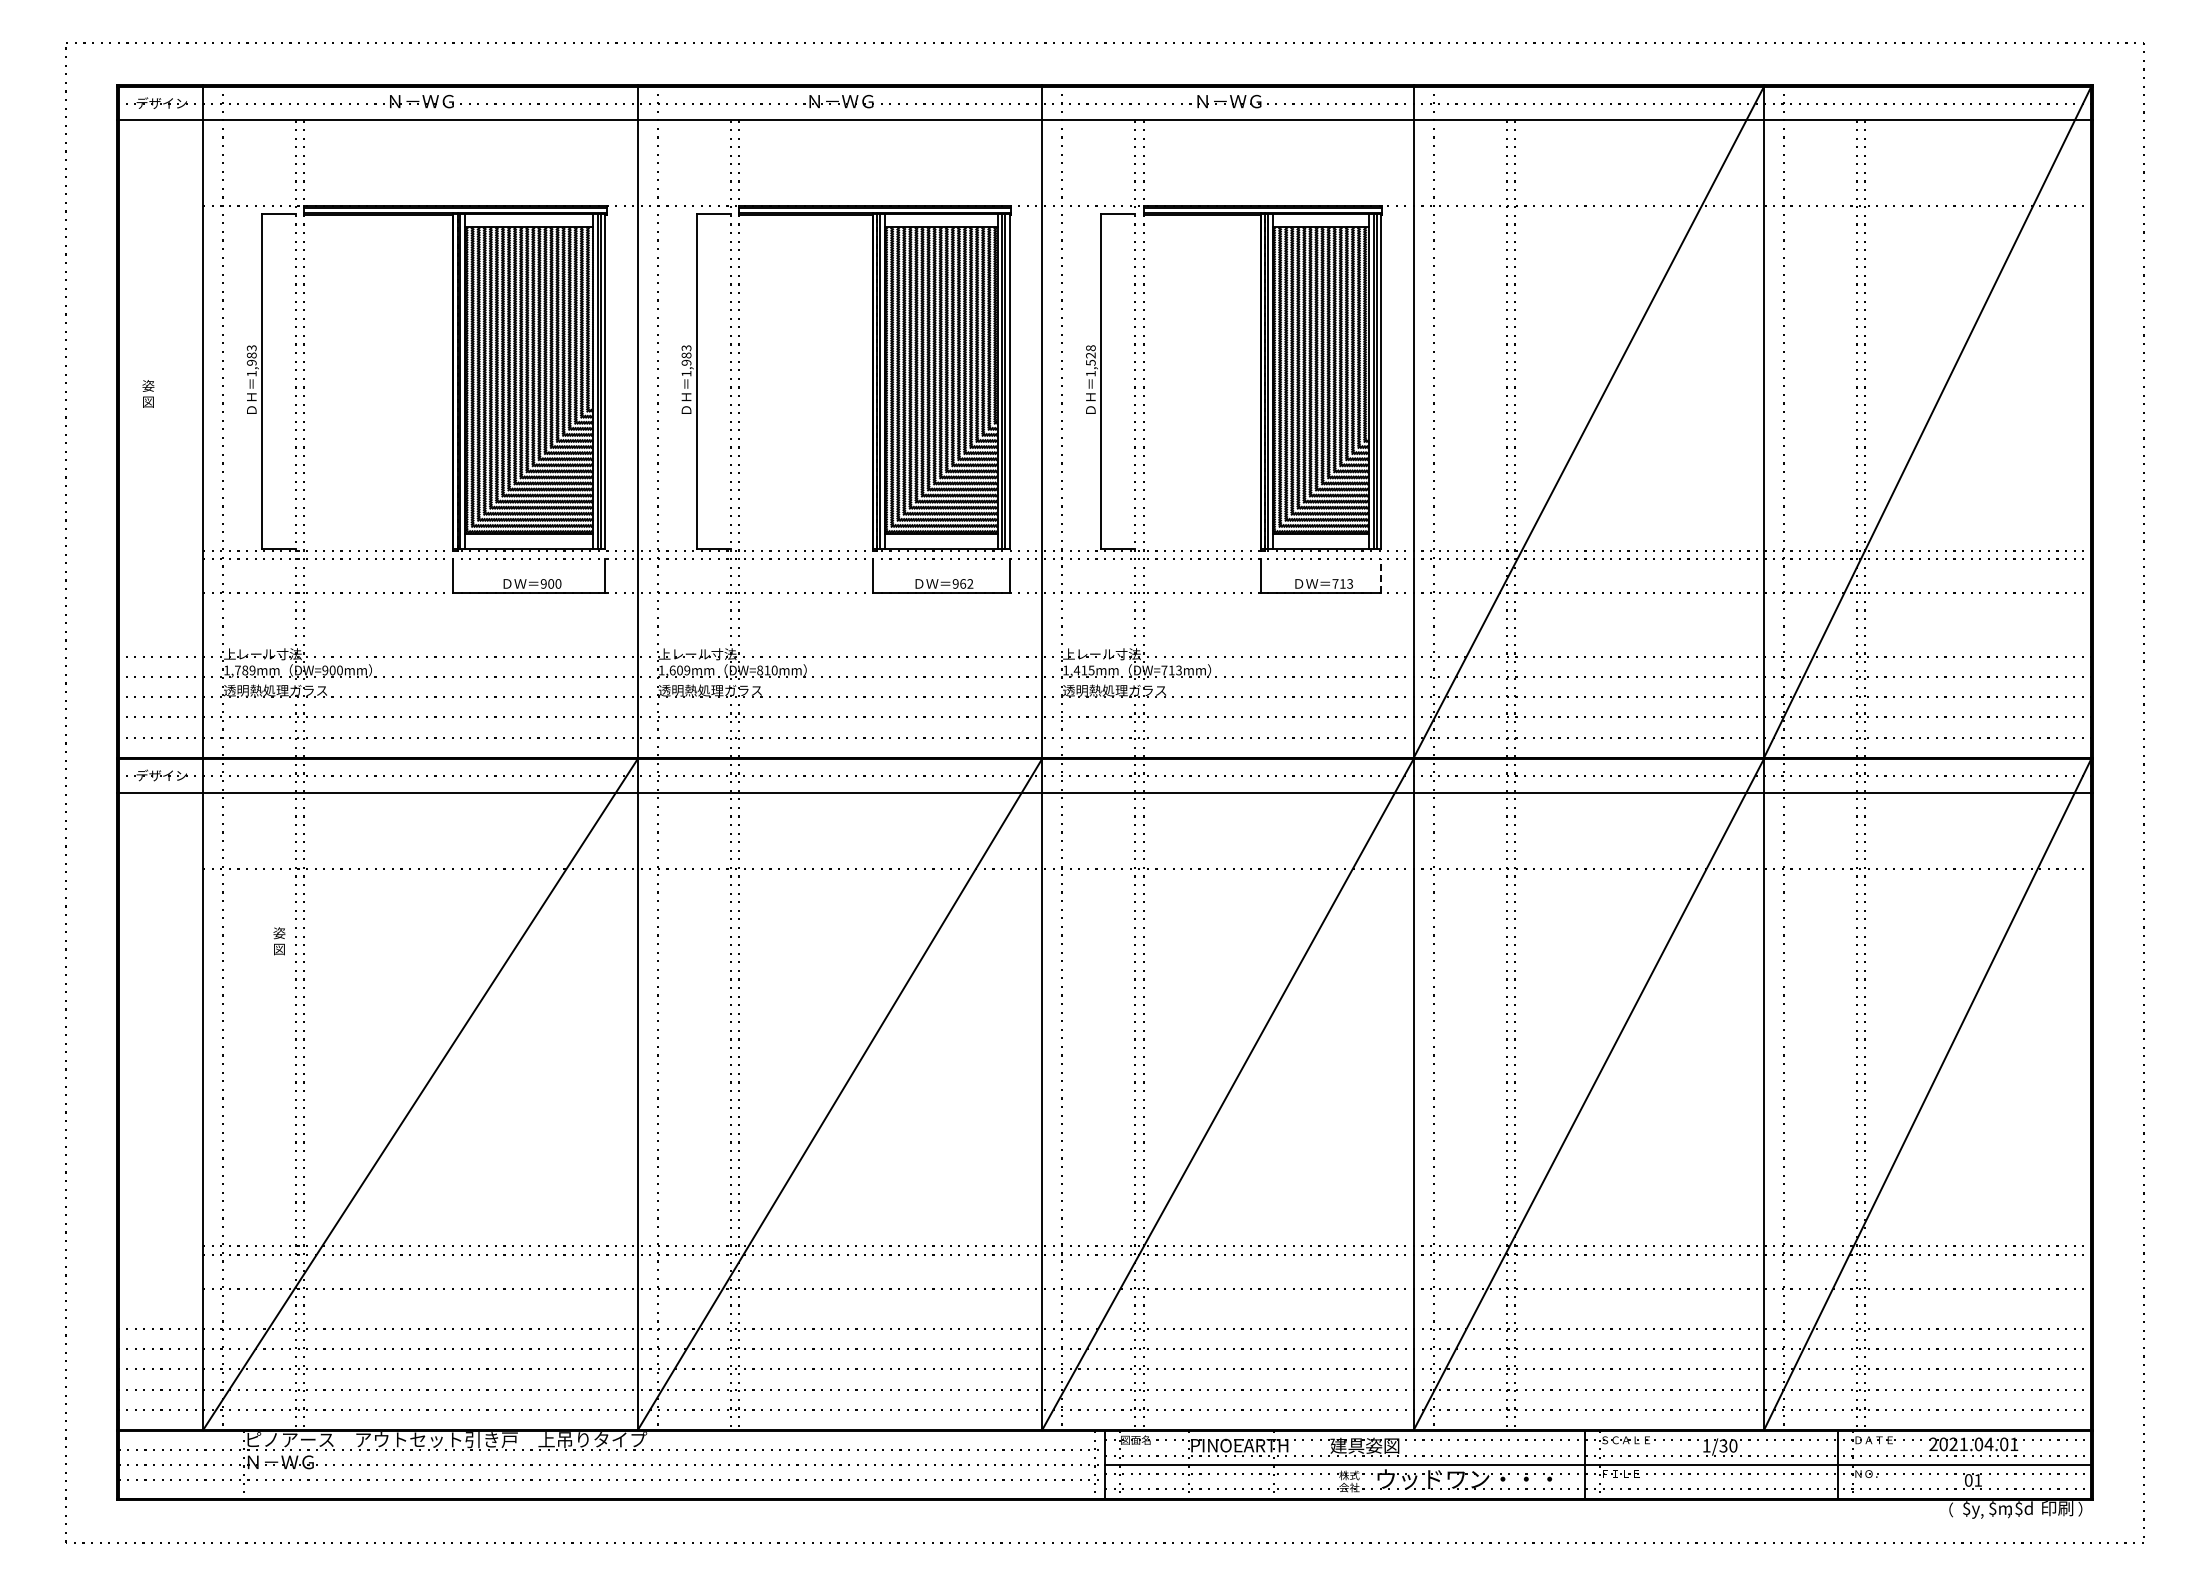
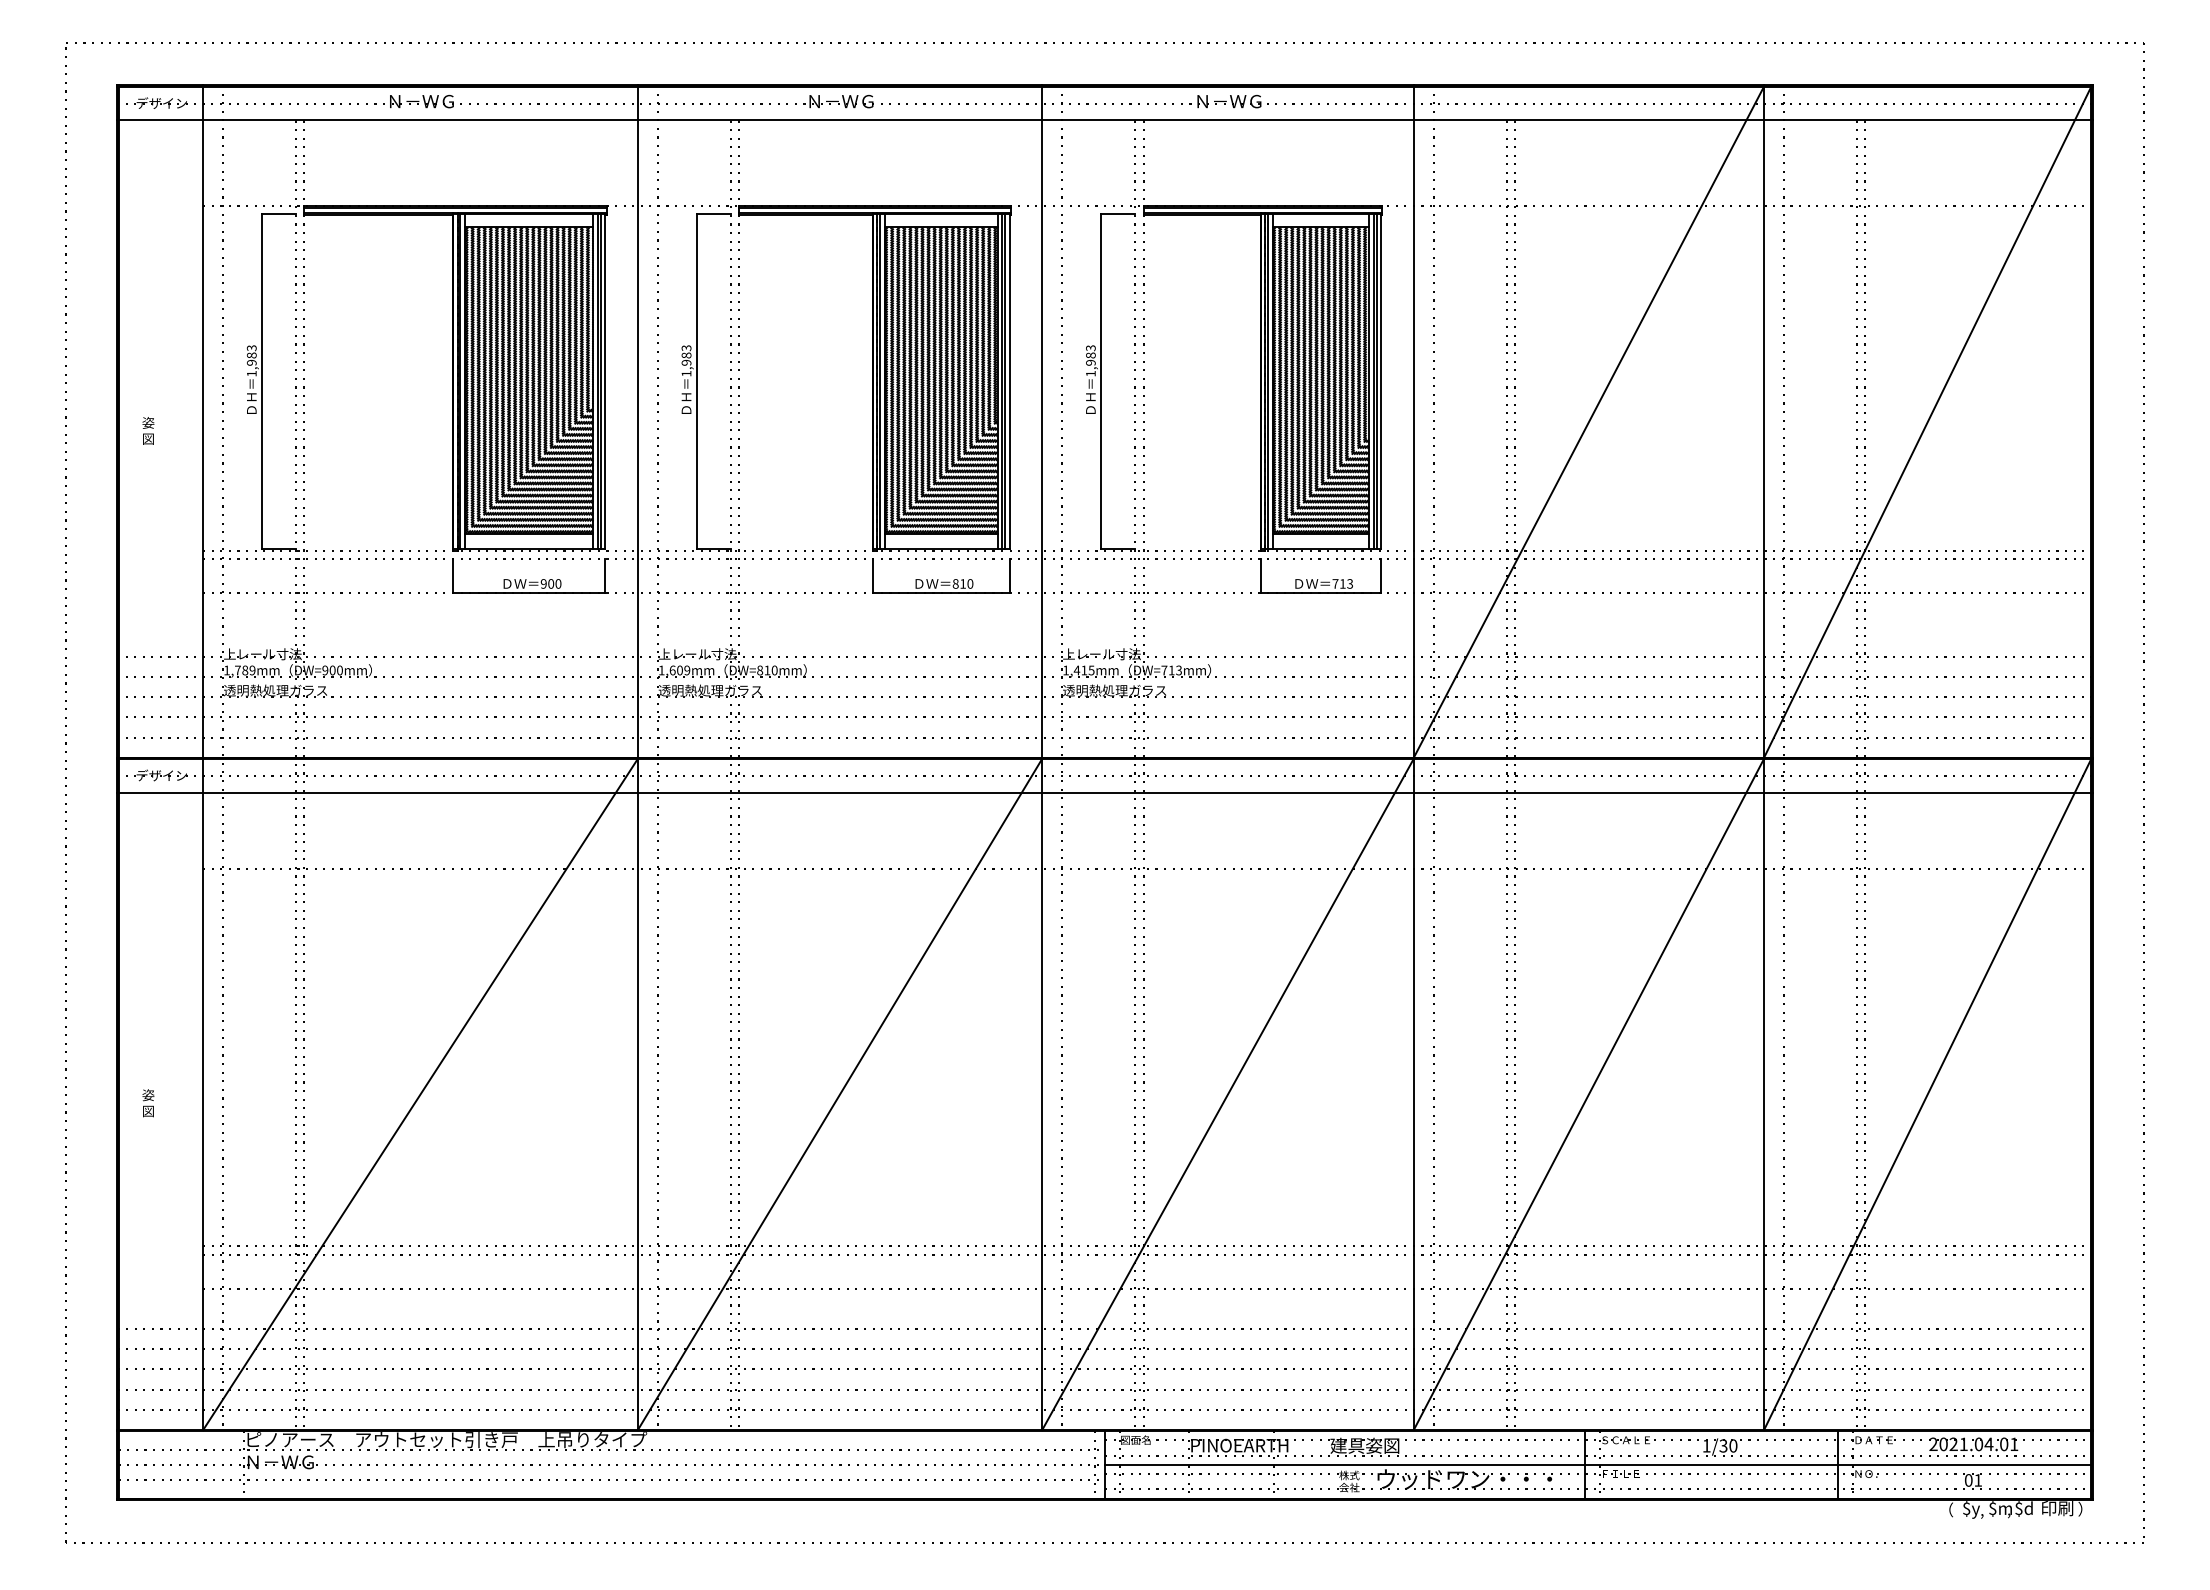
text at (1090, 355): 1,528 -> 1,983
text at (148, 393) position: (148, 393) -> (148, 430)
line at (1381, 575): dashed -> solid
text at (962, 583): 962 -> 810
text at (279, 941) position: (279, 941) -> (148, 1103)
